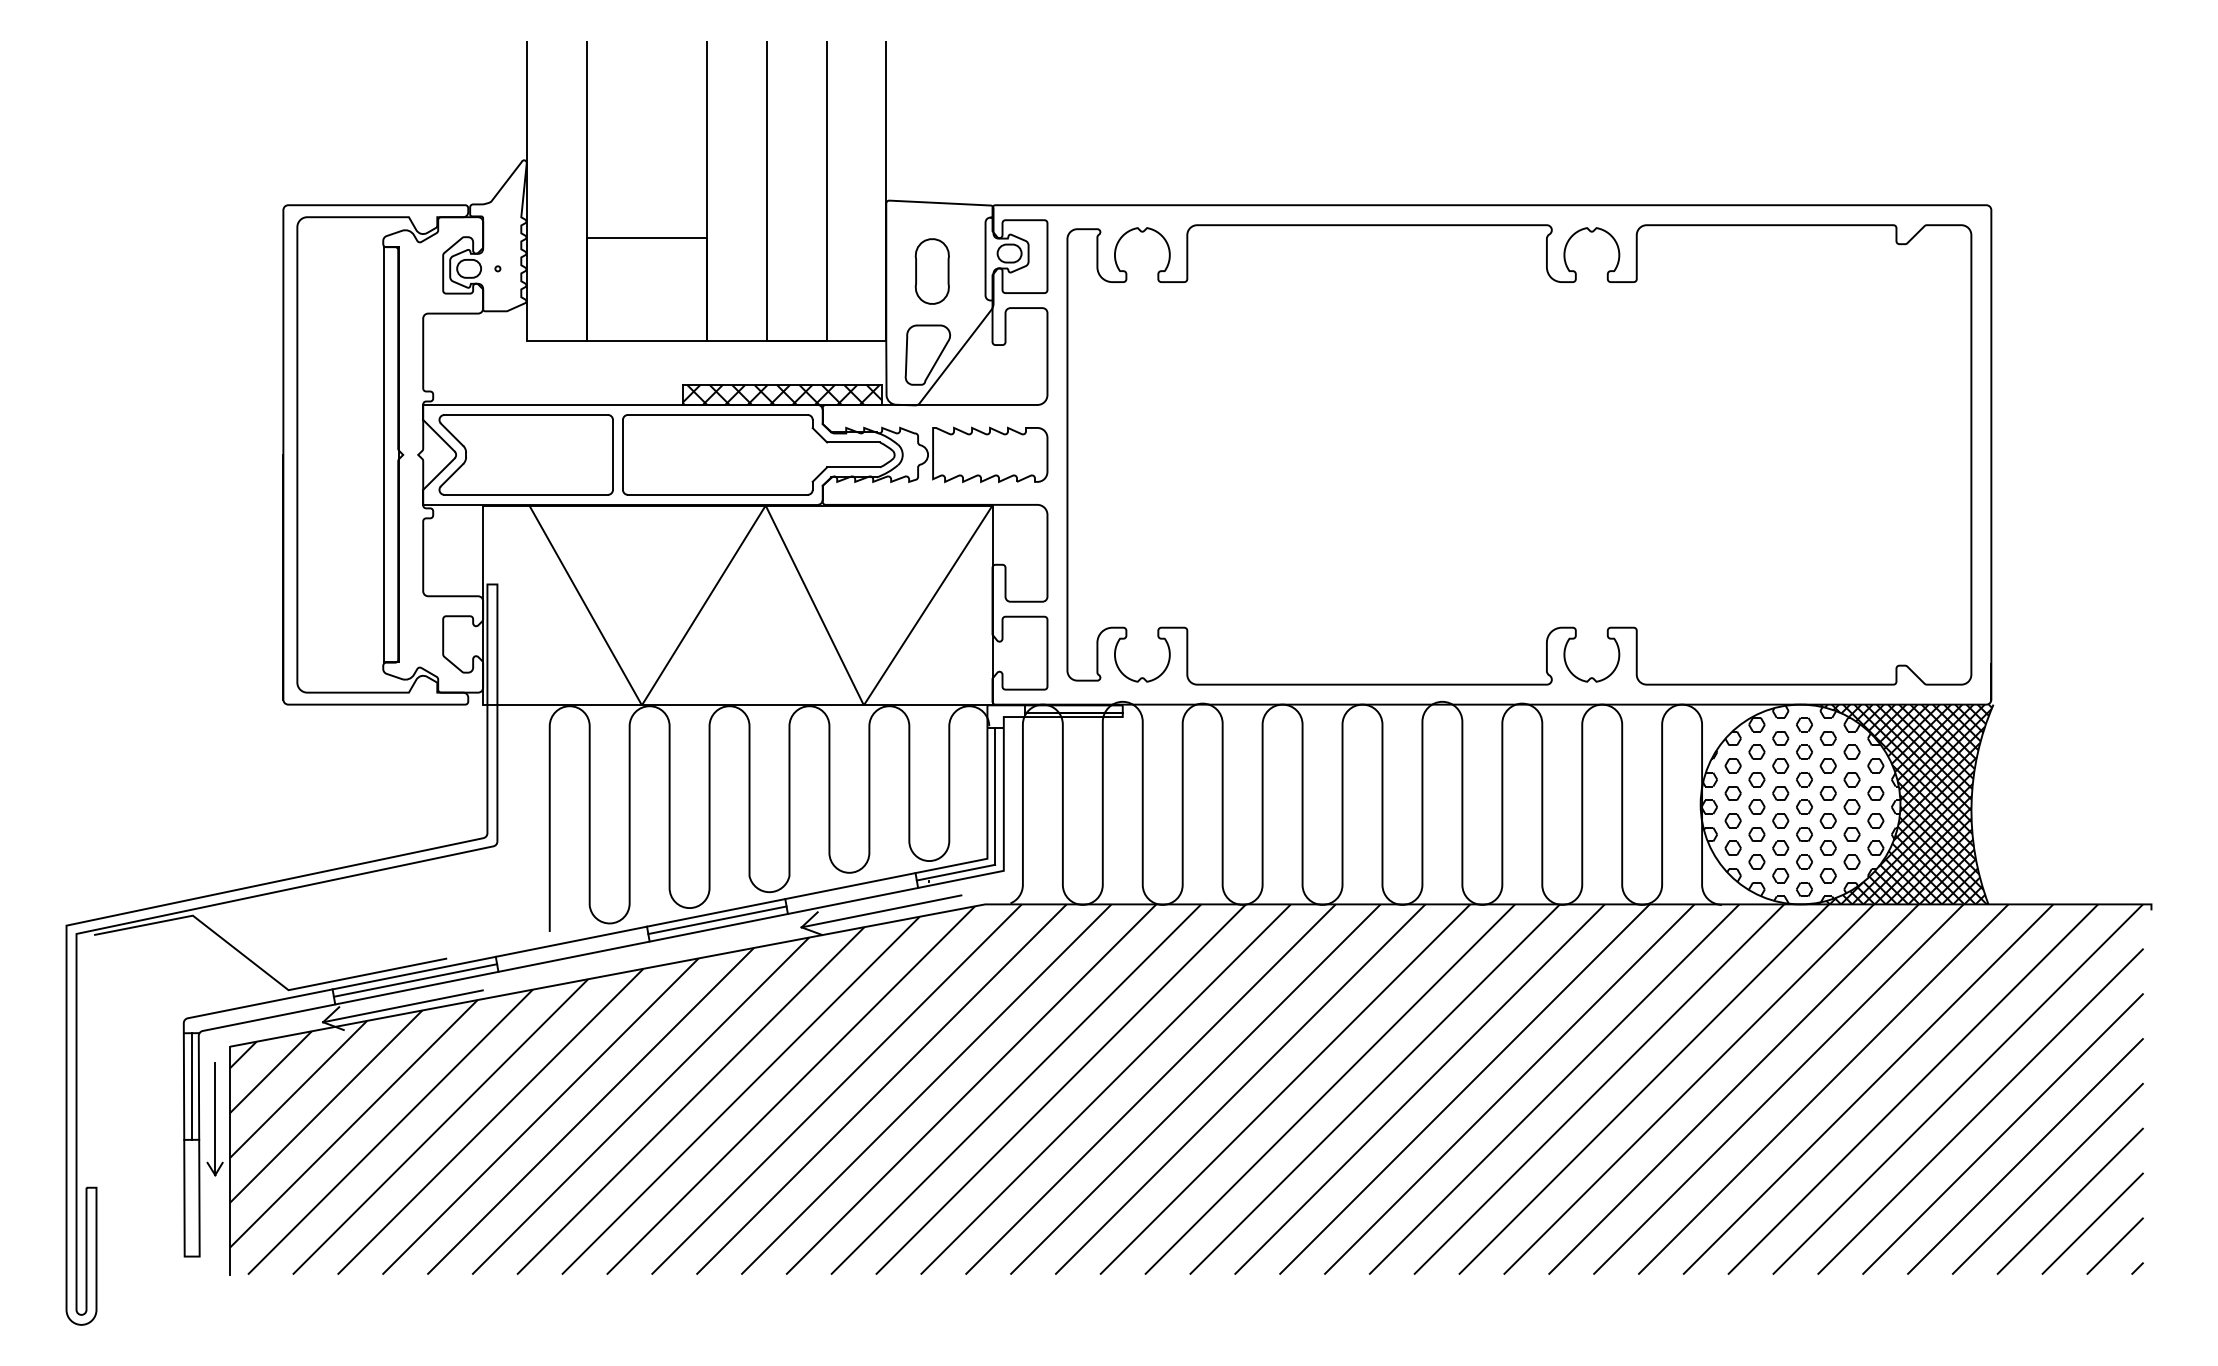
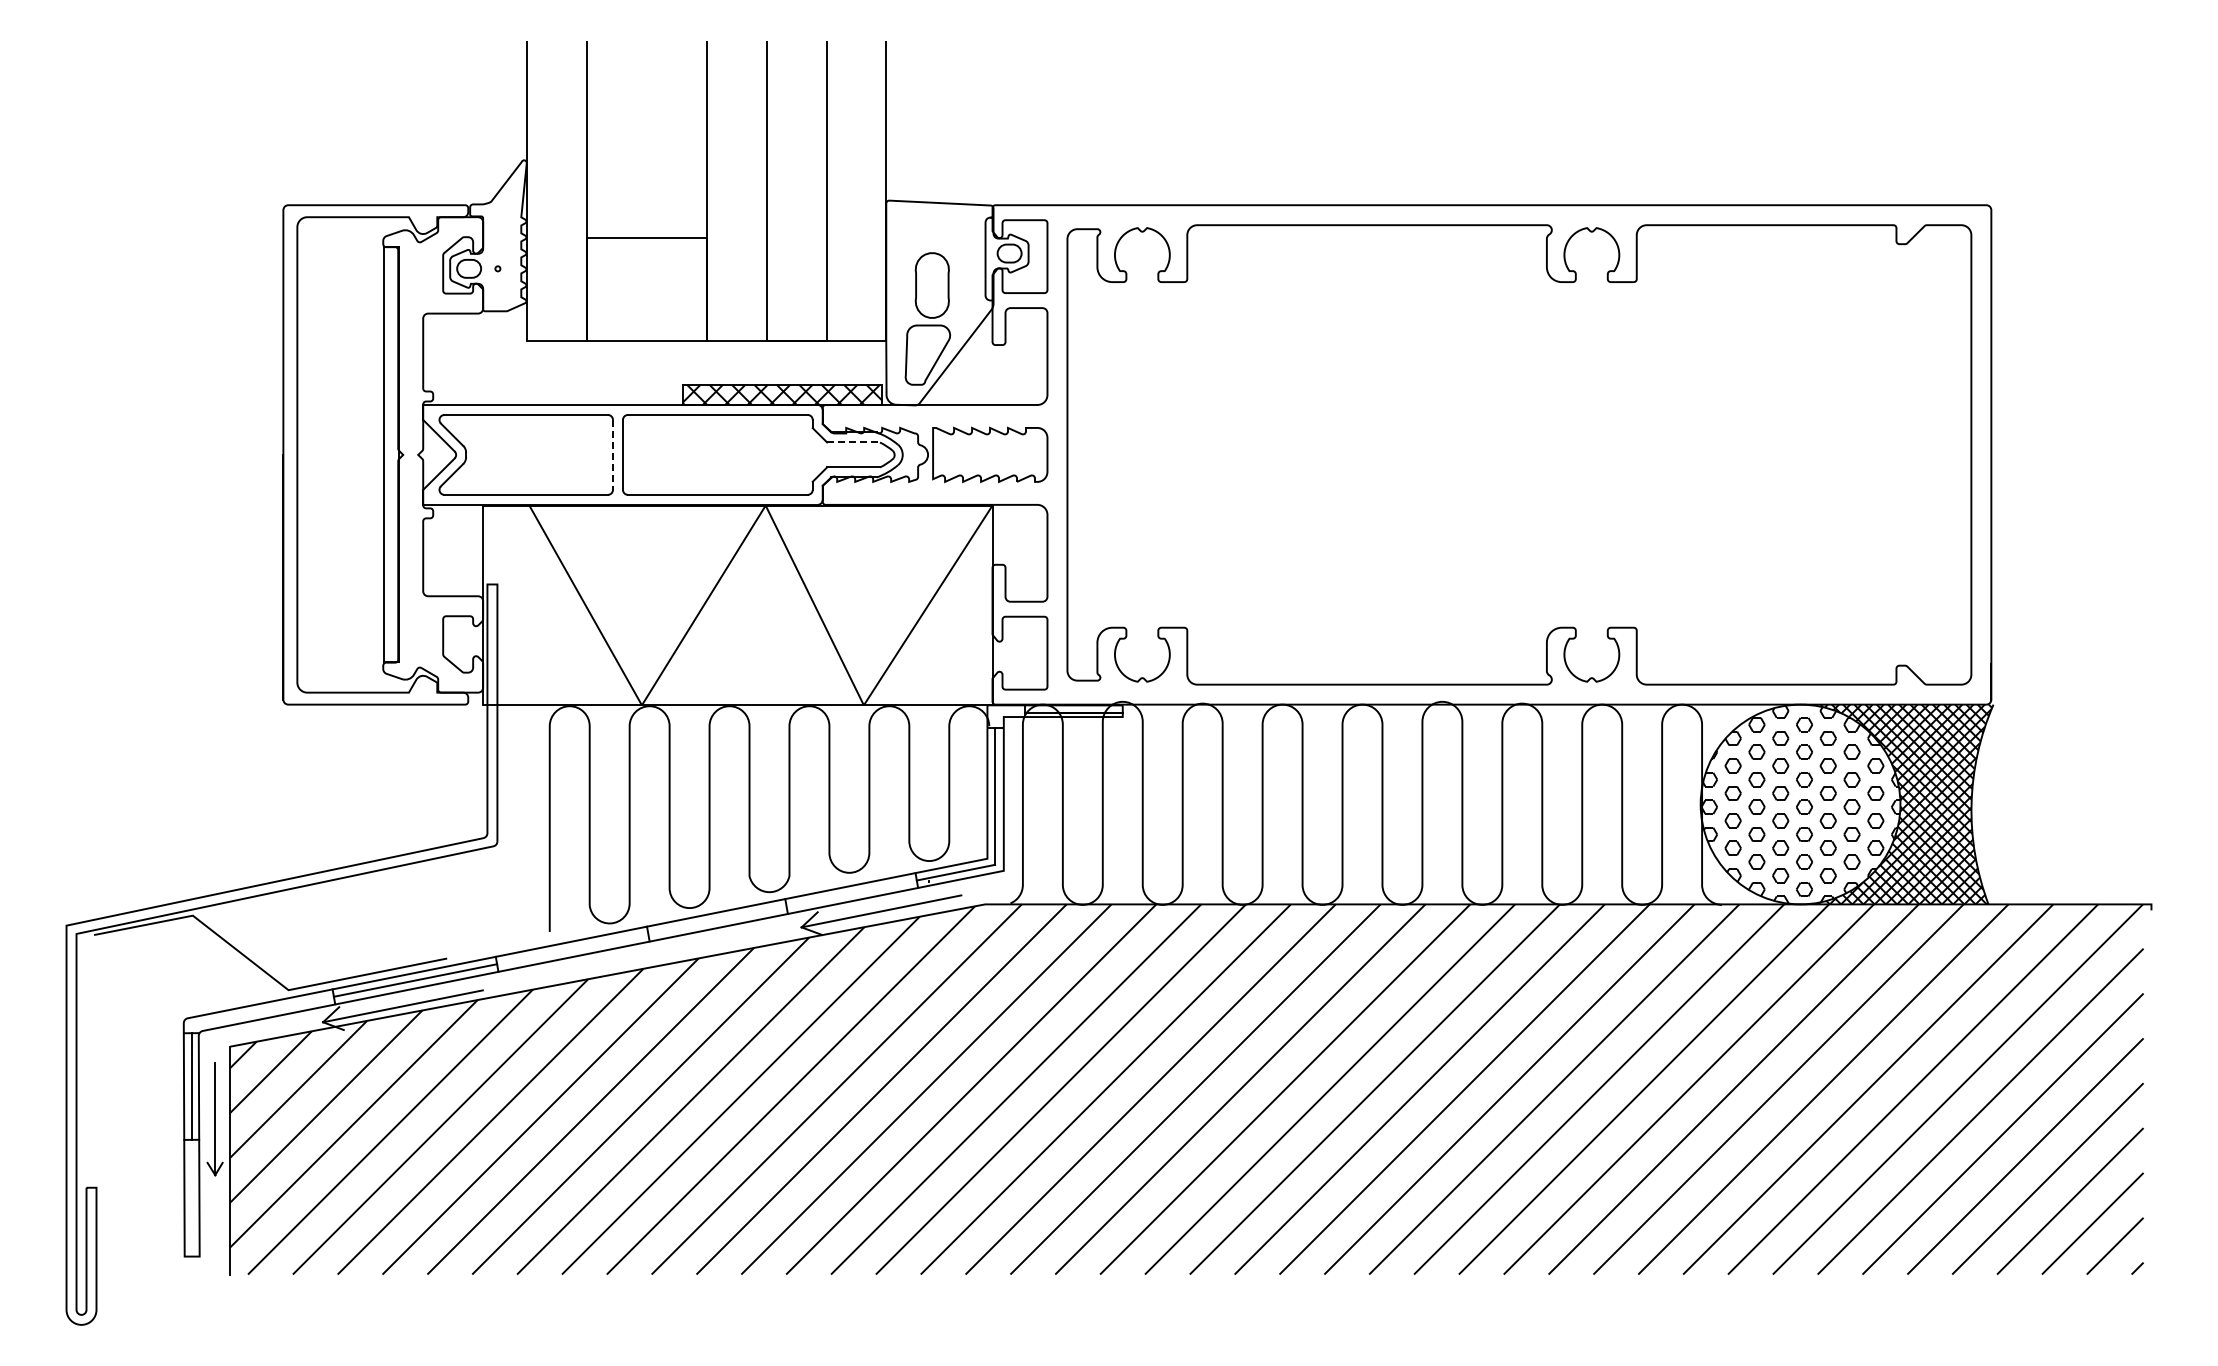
part at (931, 271) position: (931, 271) -> (931, 285)
line at (854, 442): solid -> dashed
line at (612, 454): solid -> dashed
line at (717, 920): present -> none
